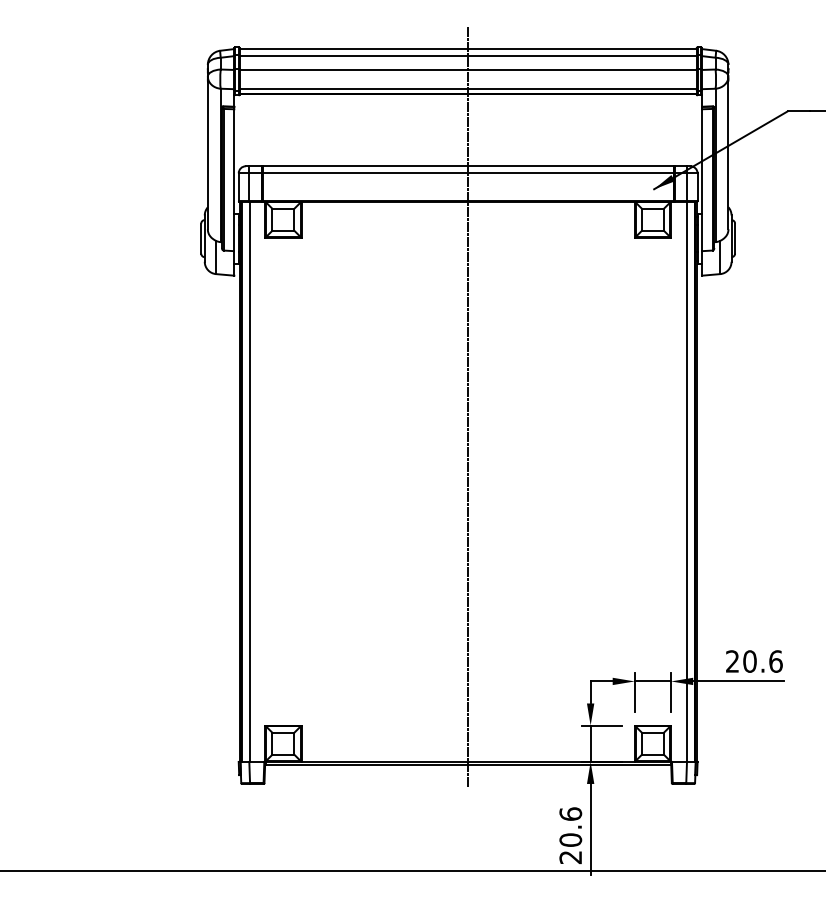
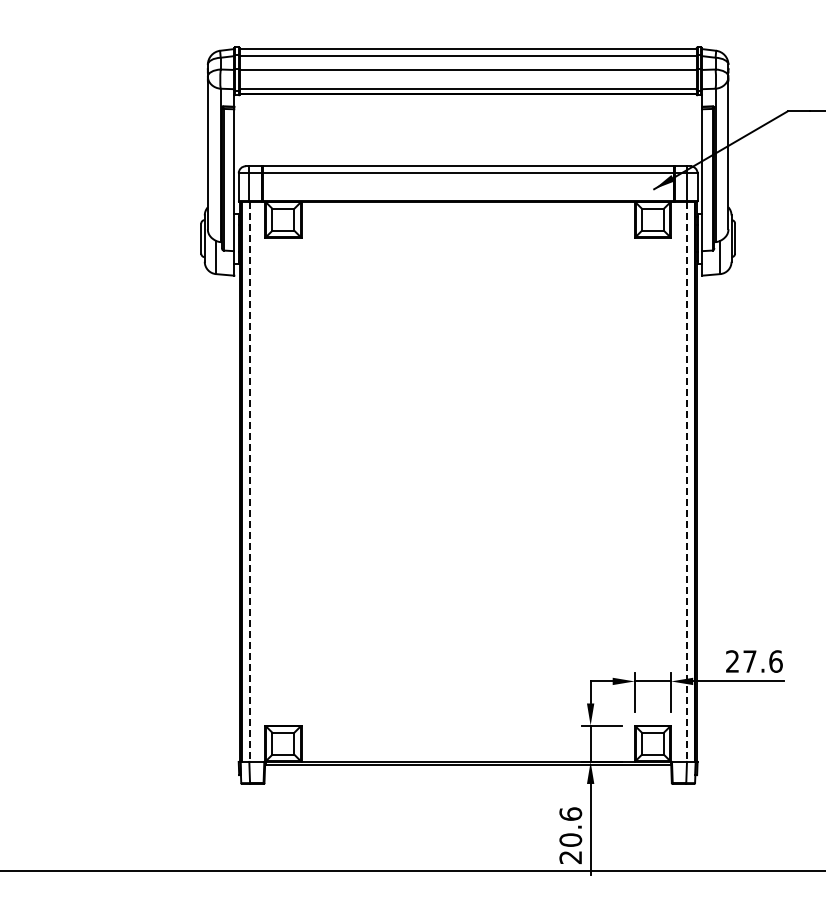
line at (468, 406): present -> none
line at (249, 482): solid -> dashed
line at (686, 482): solid -> dashed
text at (749, 661): 20.6 -> 27.6
